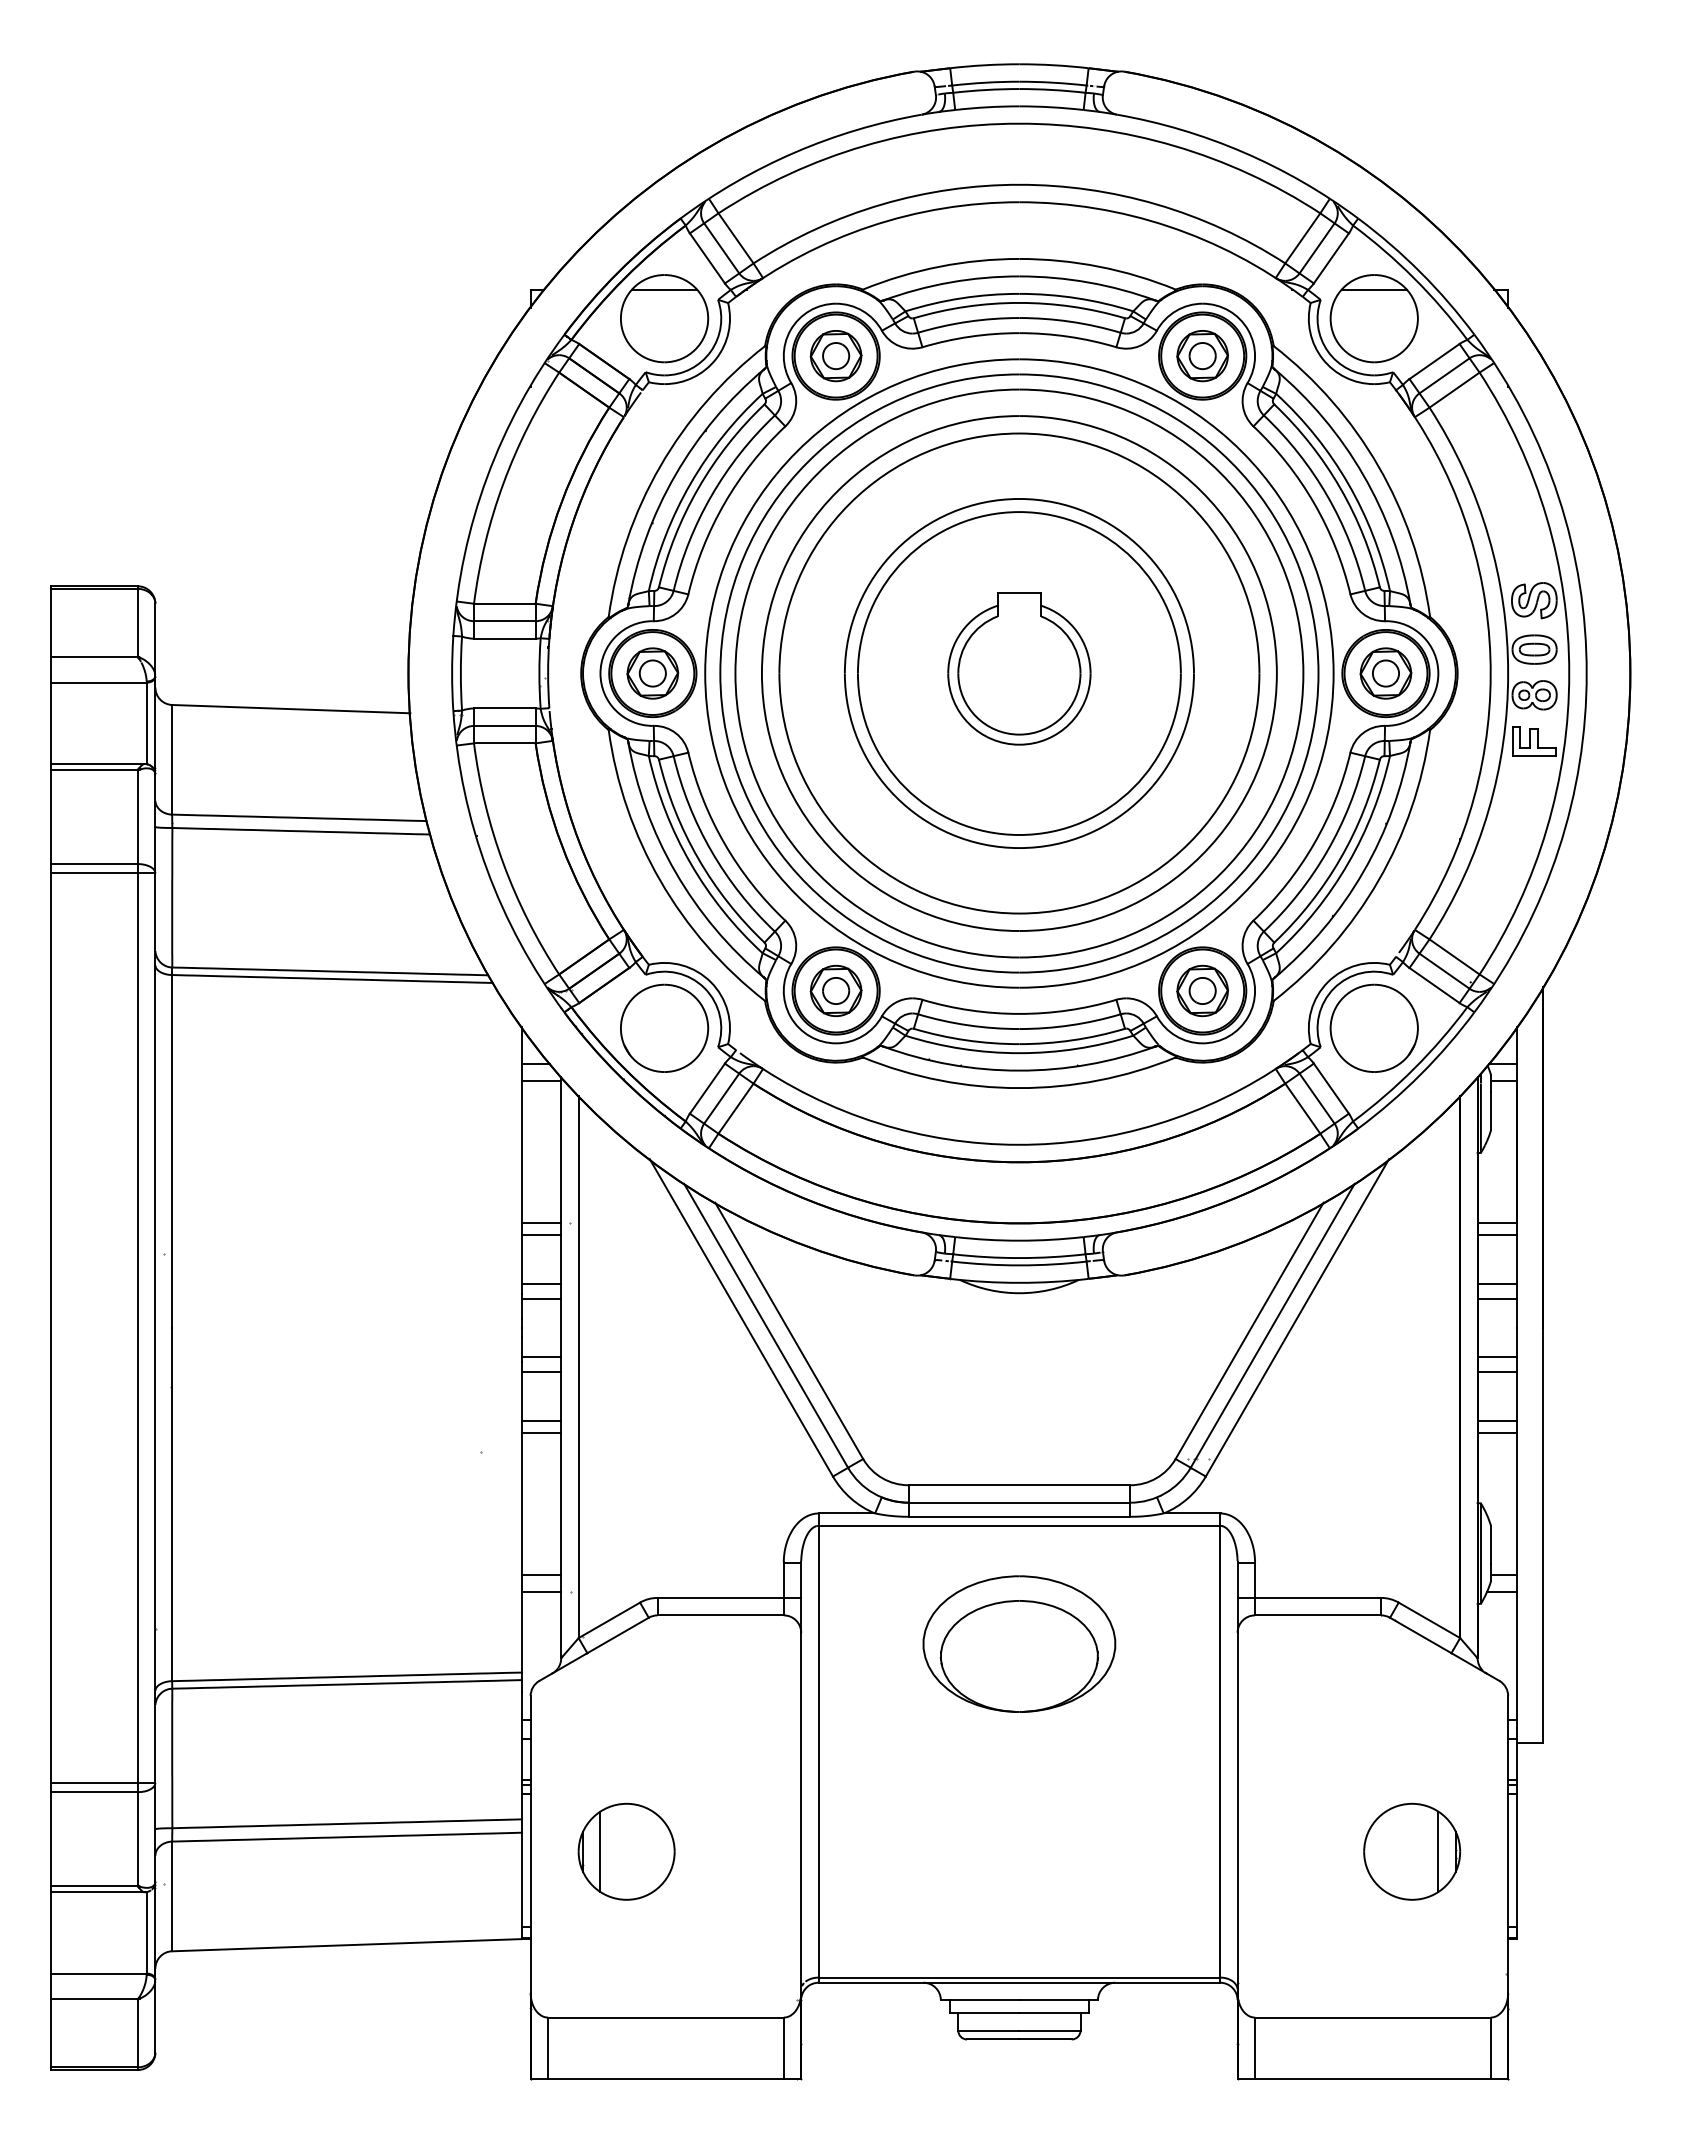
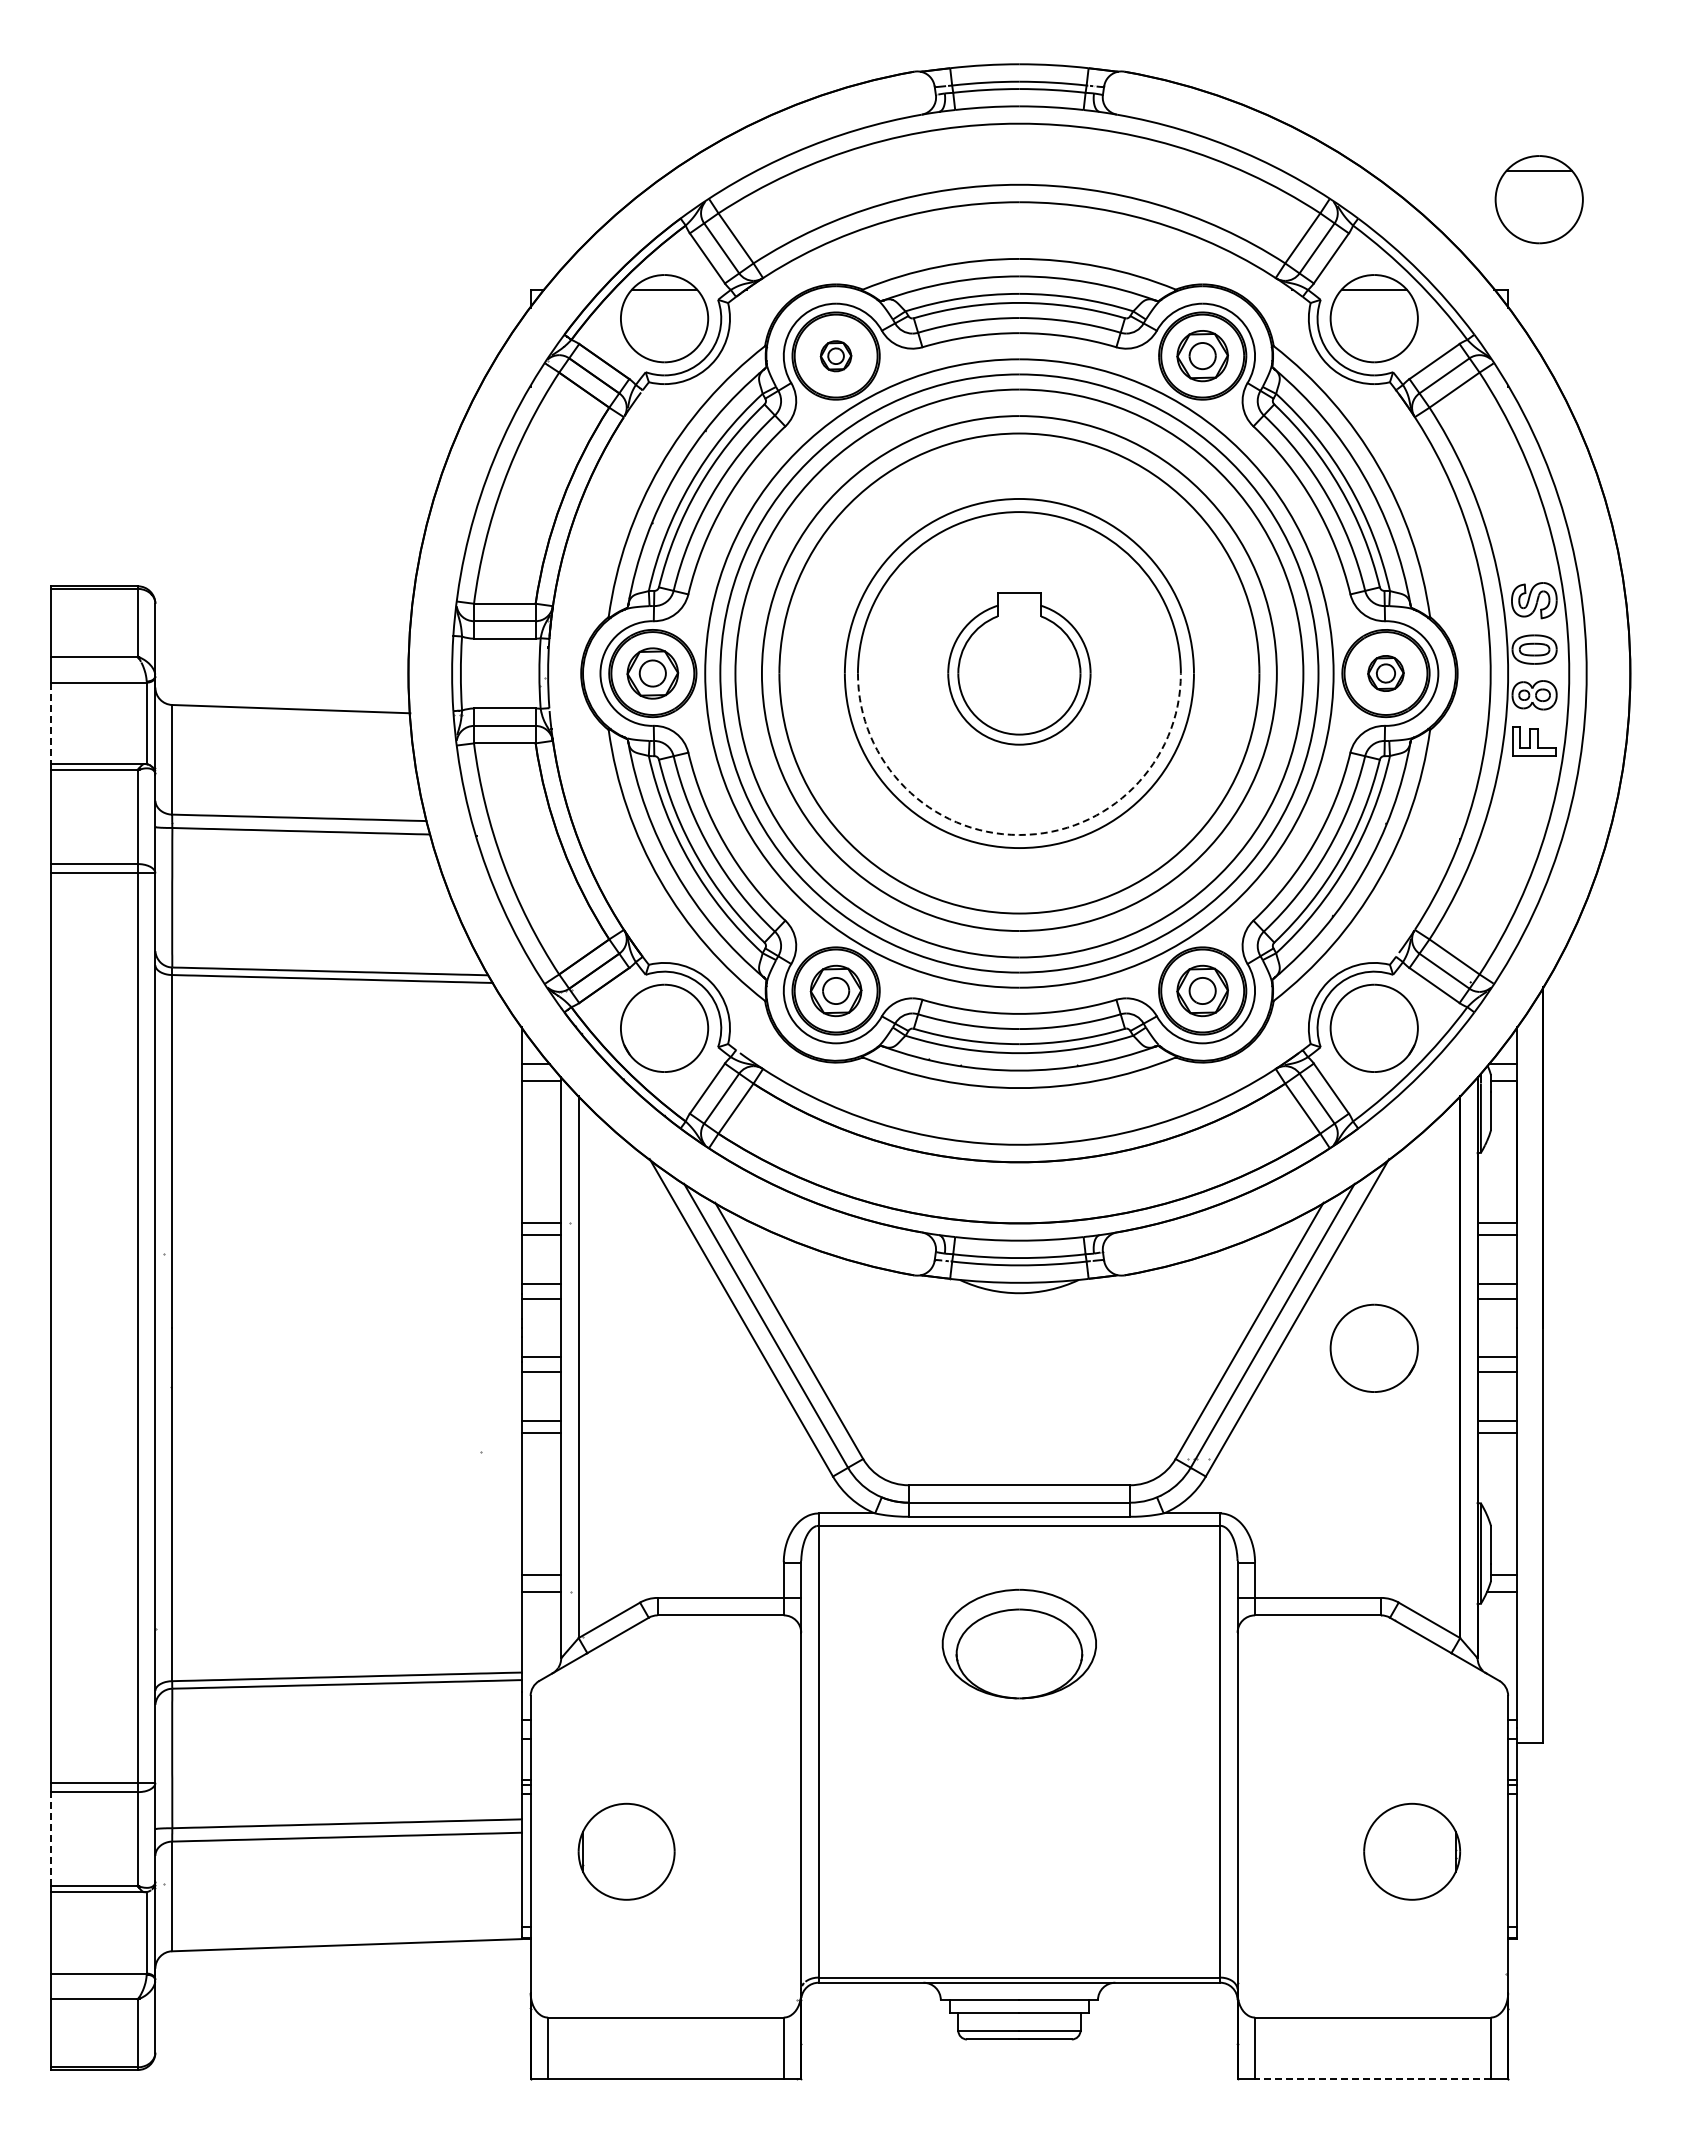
part at (1538, 199): none -> present
part at (835, 356) size: 54x53 px -> 34x33 px
part at (1385, 673) size: 54x53 px -> 38x37 px
line at (50, 723): solid -> dashed
arc at (1019, 835): solid -> dashed
part at (1373, 1347): none -> present
part at (1019, 1643) size: 195x138 px -> 156x112 px
line at (50, 1839): solid -> dashed
line at (600, 1851): present -> none
line at (1438, 1851): present -> none
line at (1372, 2078): solid -> dashed
